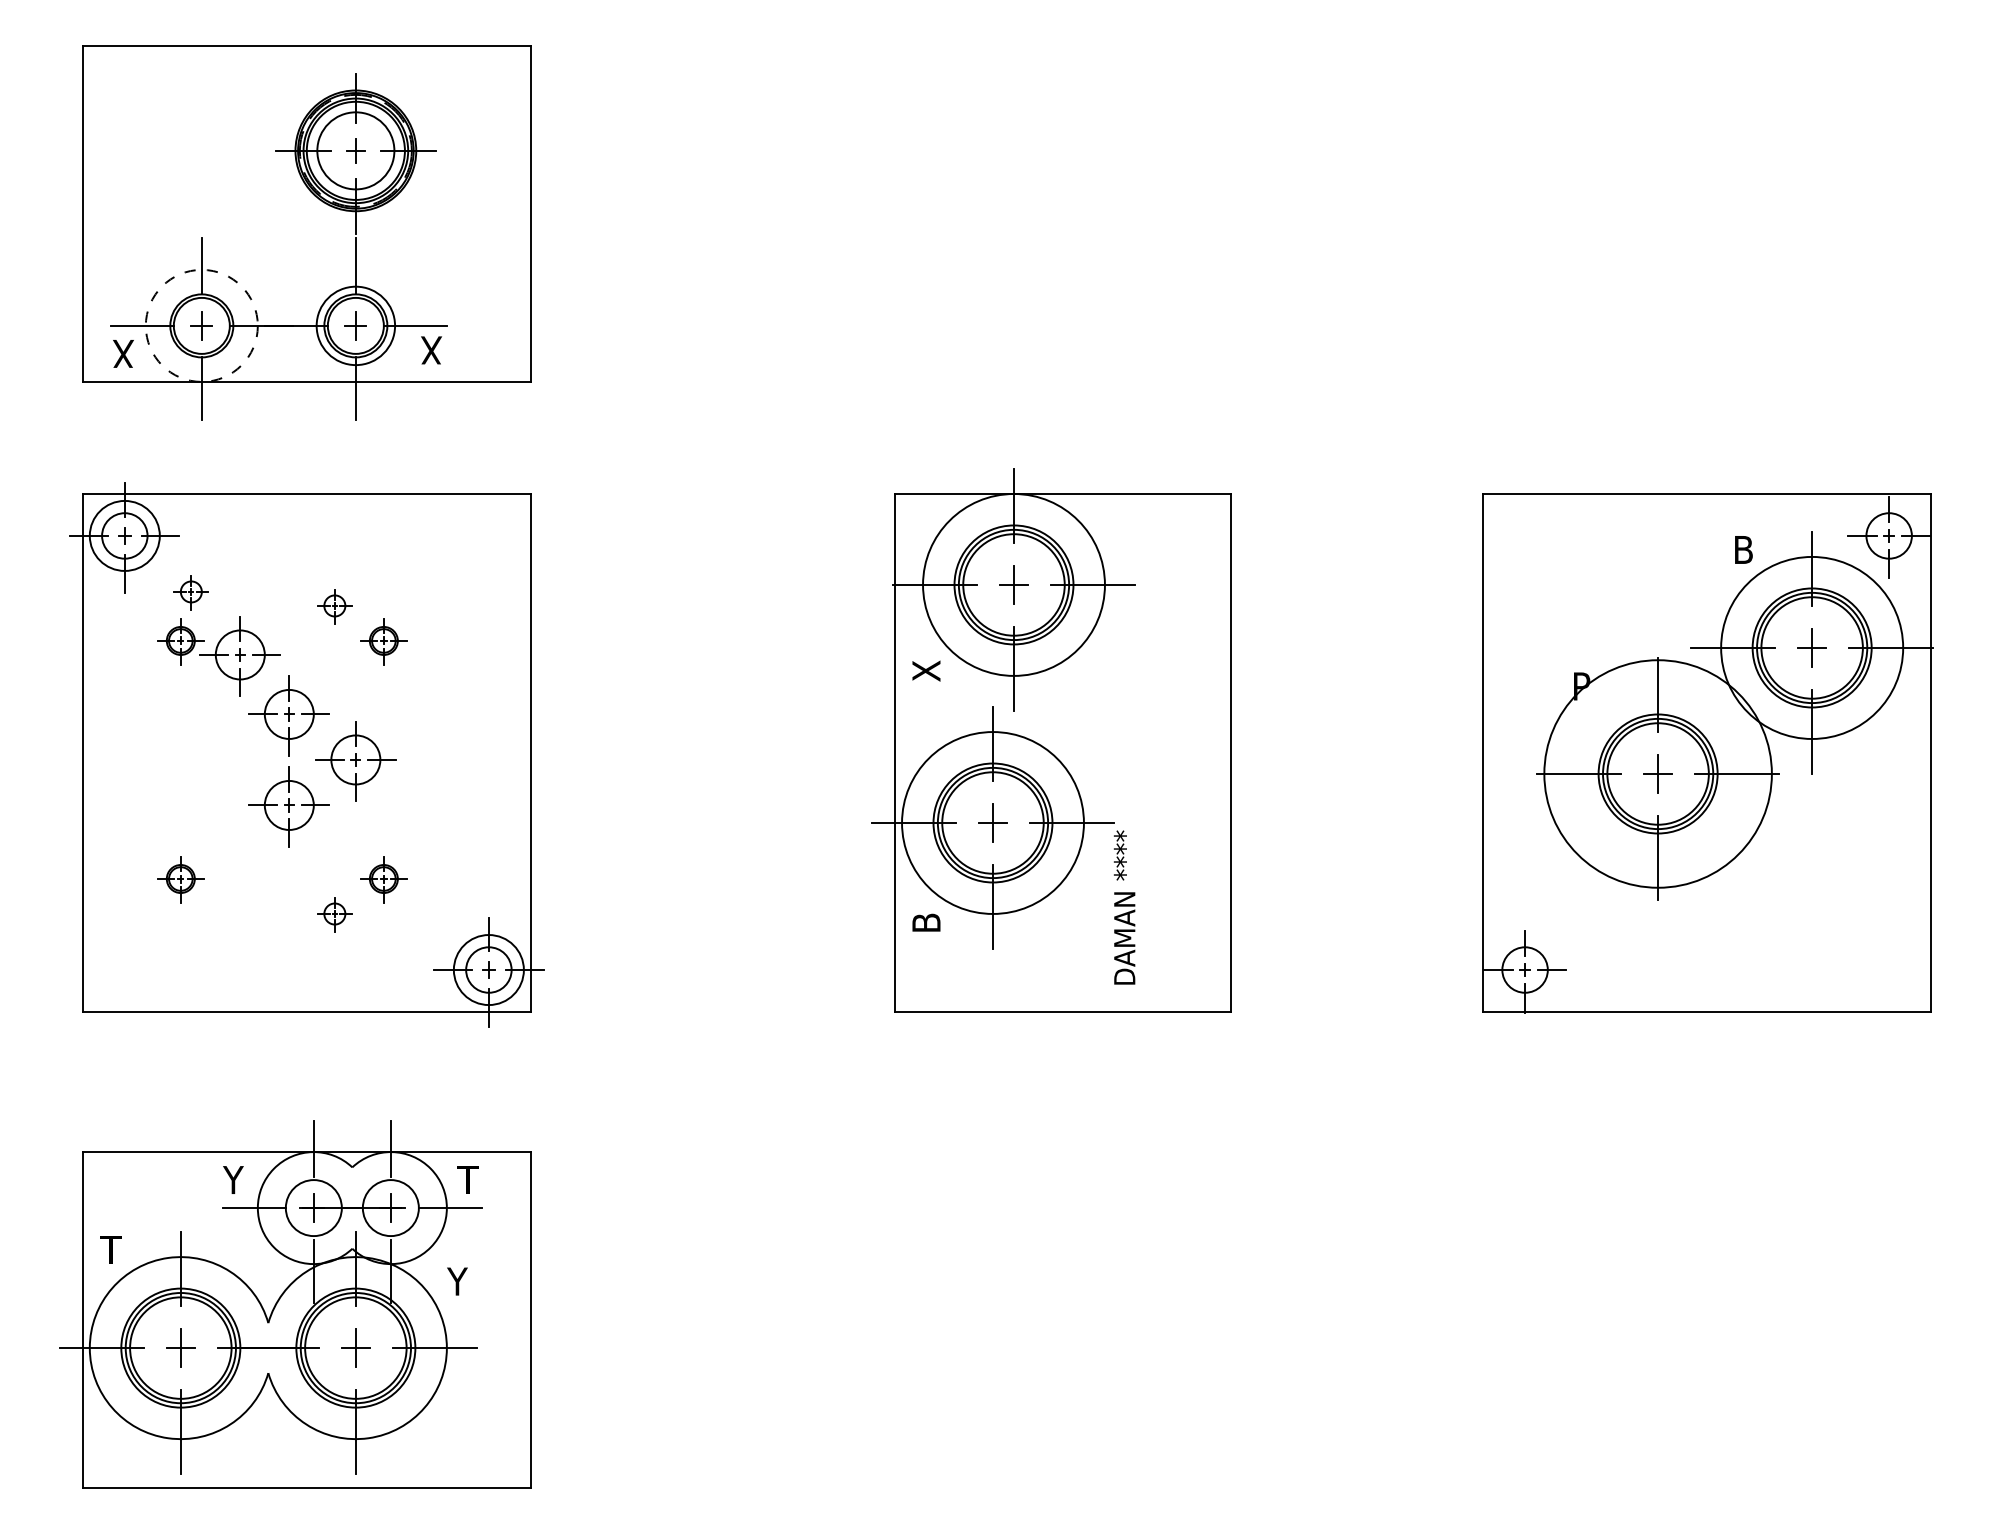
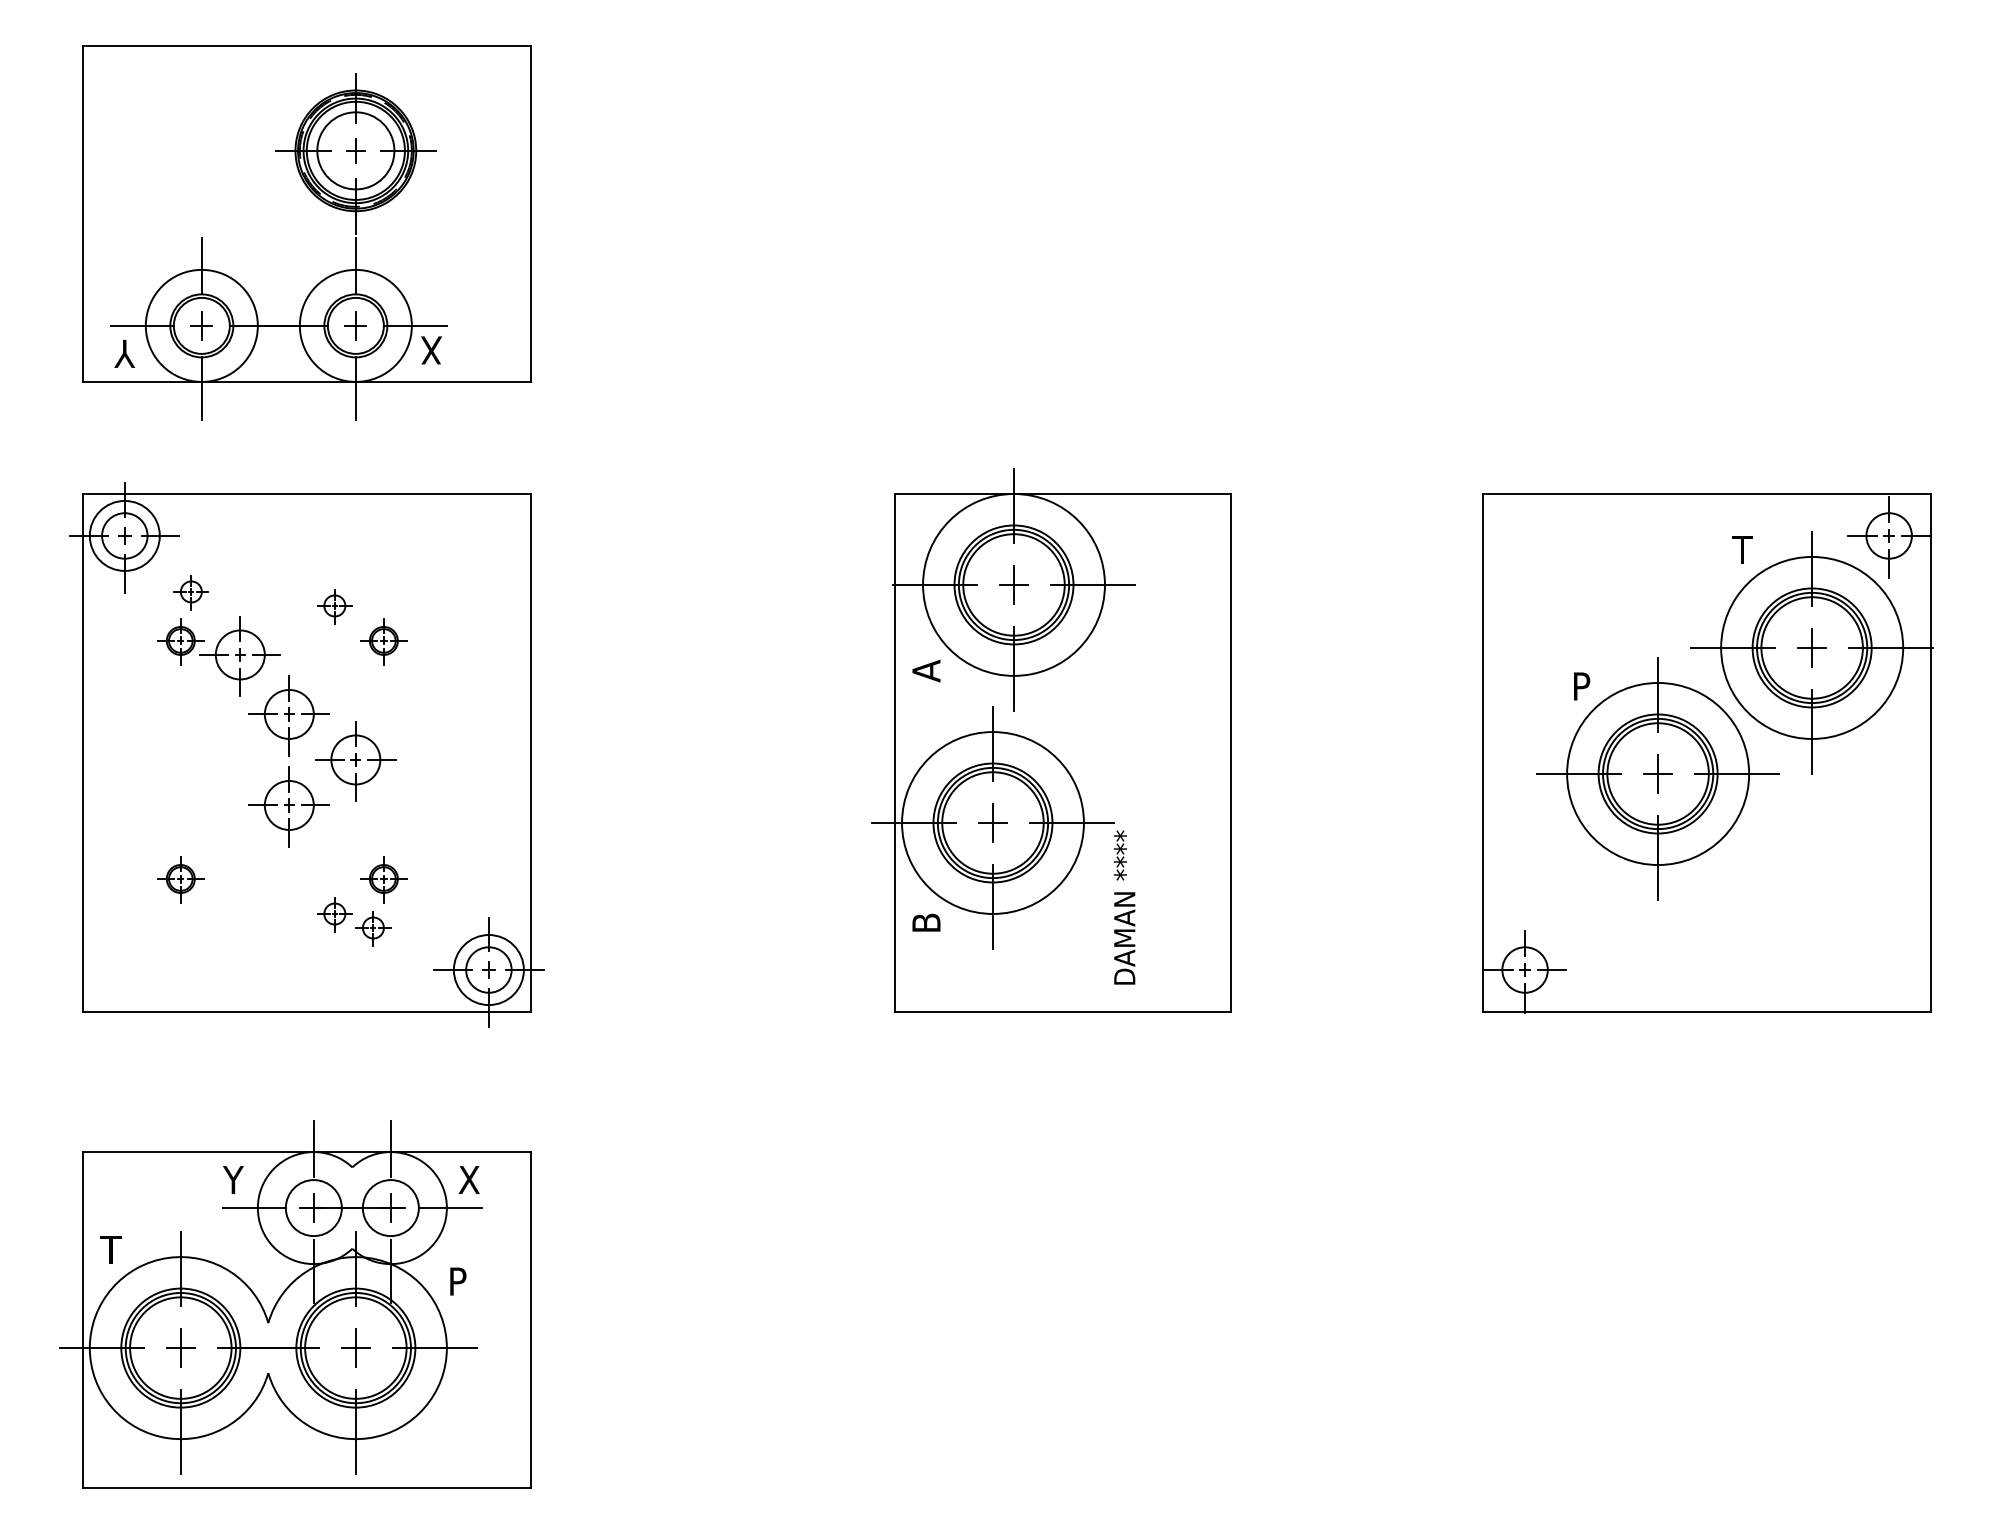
circle at (201, 325): dashed -> solid
circle at (355, 325) diameter: 78 px -> 112 px
text at (124, 353): X -> Y
text at (1742, 549): B -> T
text at (926, 670): X -> A
circle at (1657, 773) diameter: 228 px -> 182 px
part at (373, 928): none -> present
text at (468, 1179): T -> X
text at (457, 1281): Y -> P
